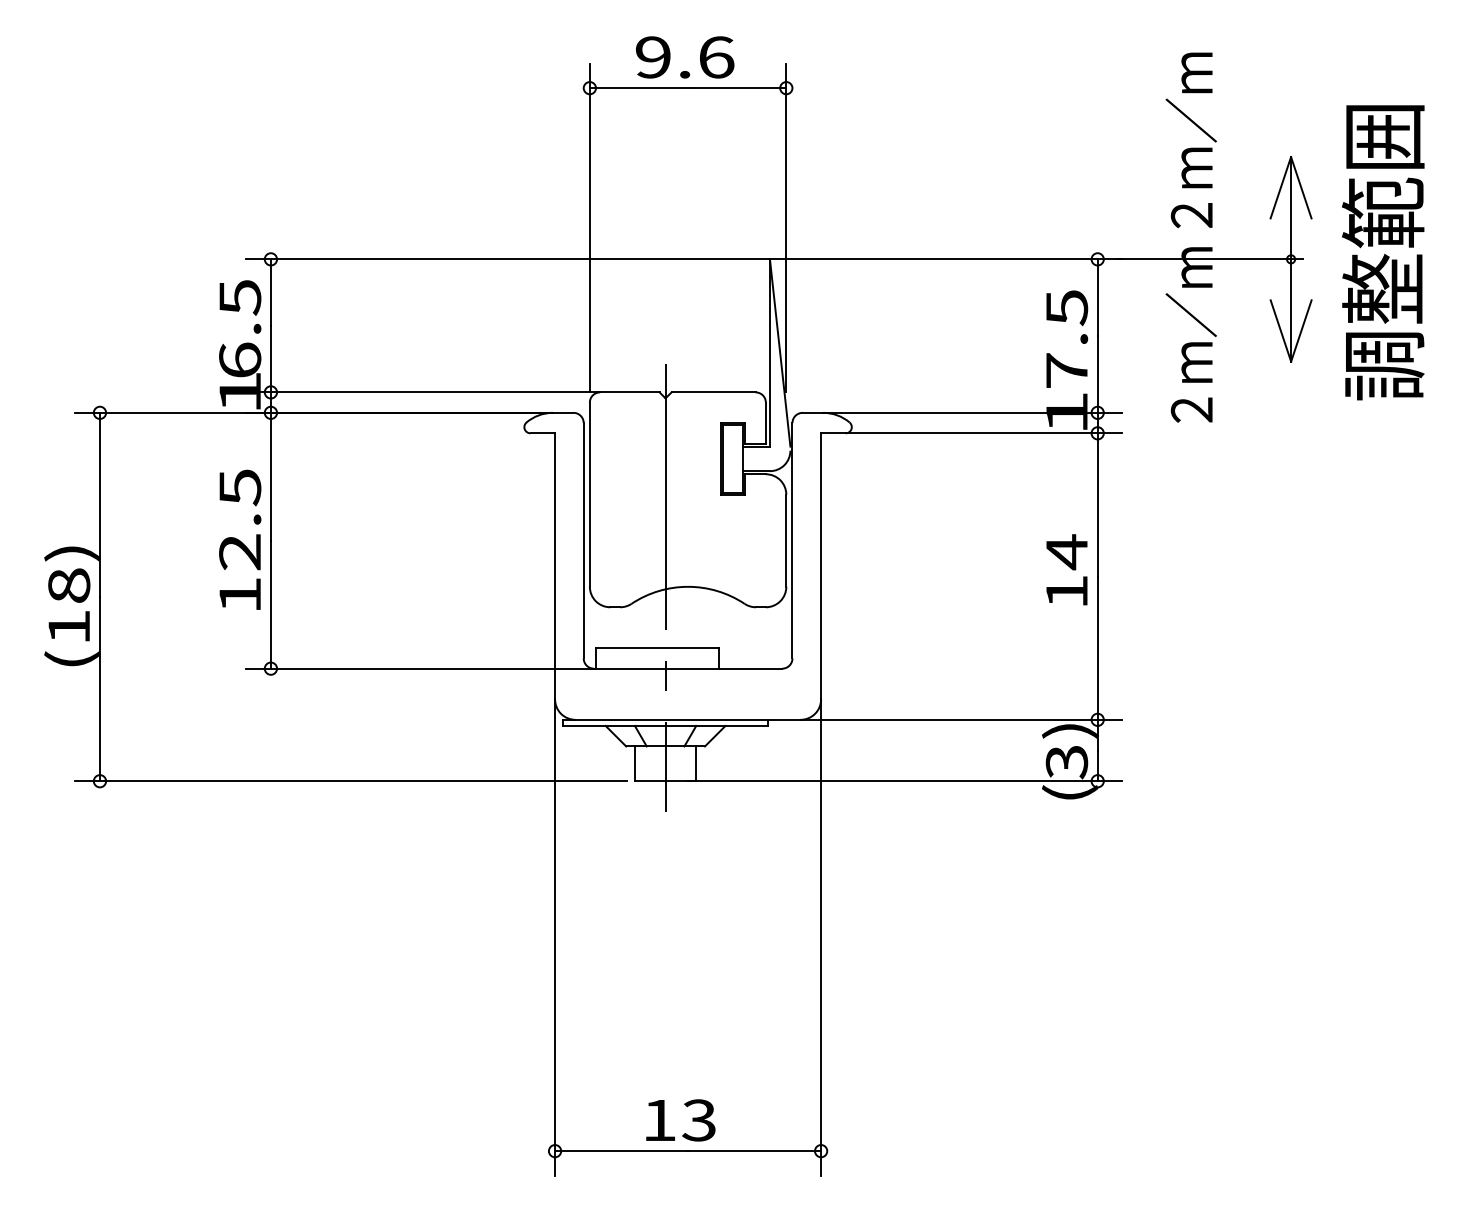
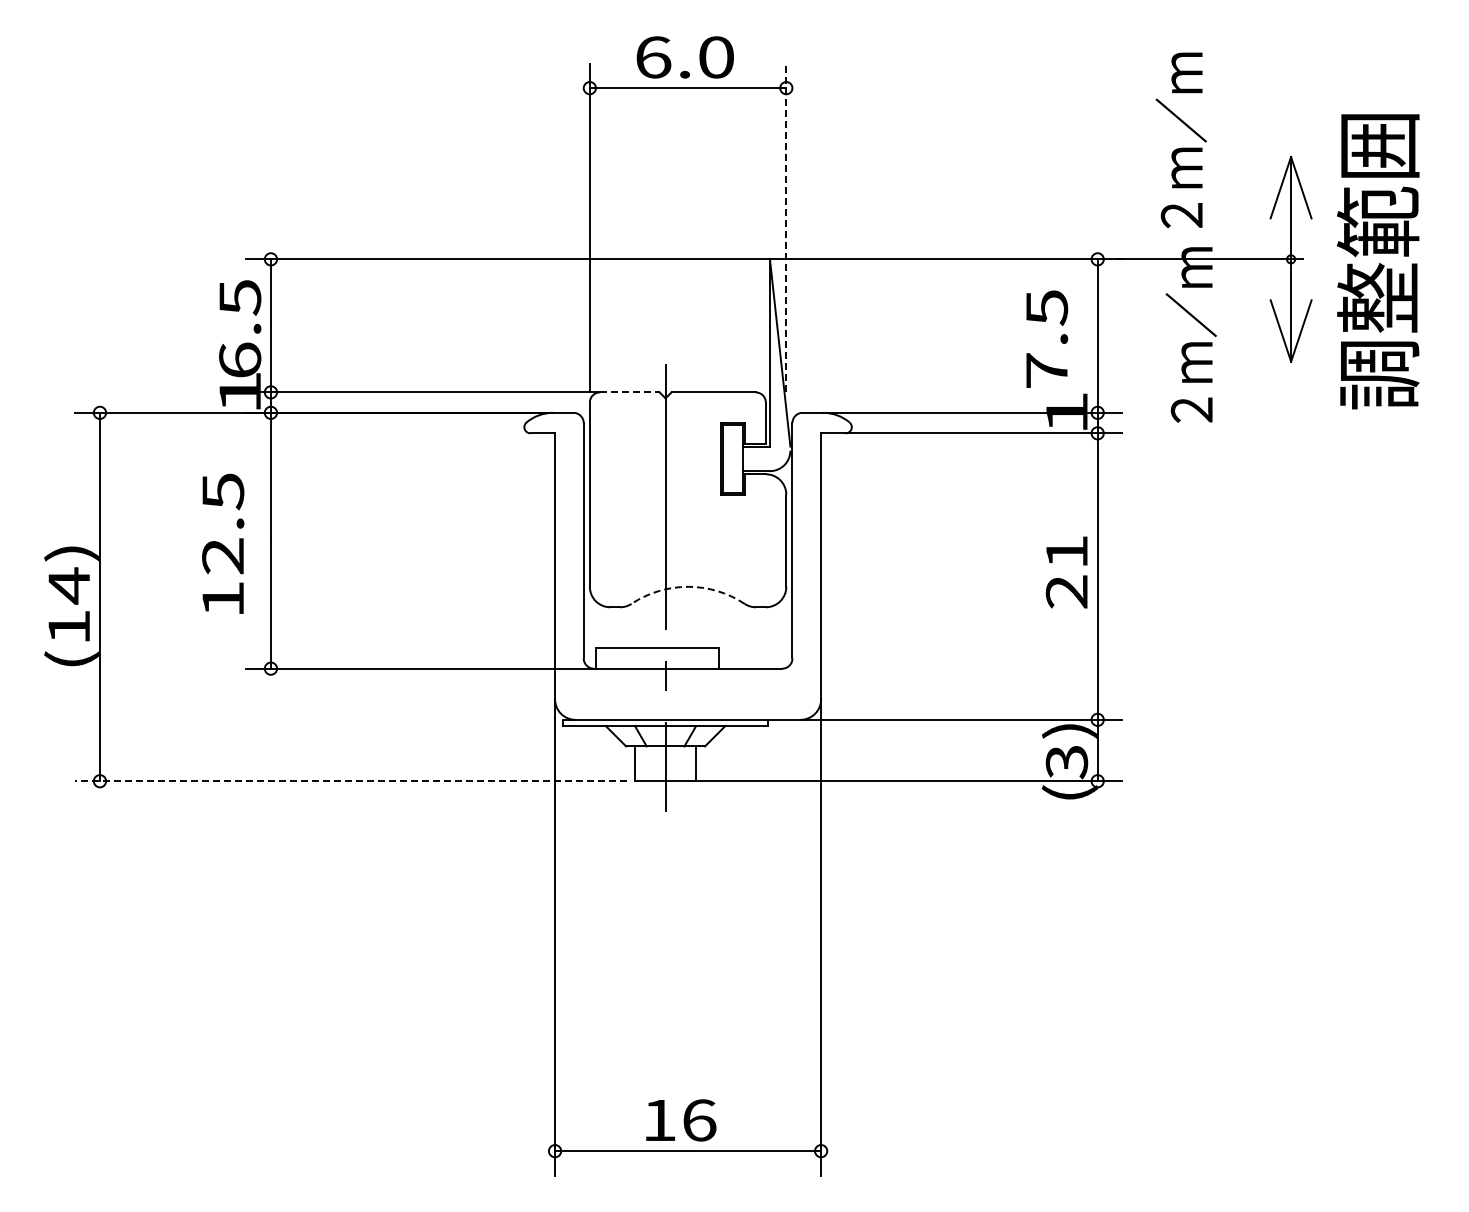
text at (685, 57): 9.6 -> 6.0
text at (1190, 140) position: (1190, 140) -> (1180, 140)
line at (786, 227): solid -> dashed
text at (1383, 252) position: (1383, 252) -> (1378, 261)
text at (1067, 338) position: (1067, 338) -> (1047, 338)
line at (629, 392): solid -> dashed
text at (240, 539) position: (240, 539) -> (223, 543)
text at (1066, 571): 14 -> 21
text at (69, 585): (18) -> (14)
arc at (688, 586): solid -> dashed
line at (351, 781): solid -> dashed
text at (699, 1120): 13 -> 16
